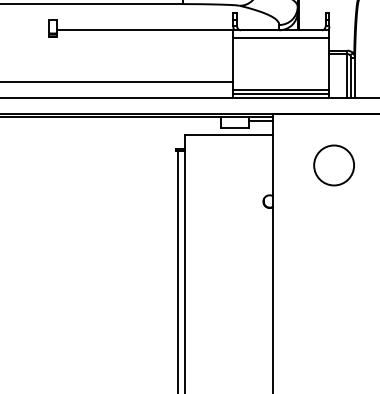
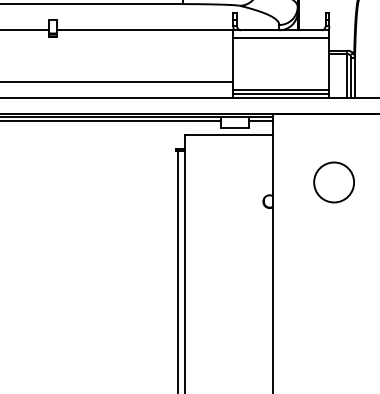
line at (25, 30): none -> present
line at (111, 121): none -> present
circle at (333, 165) position: (333, 165) -> (333, 182)
